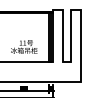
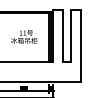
text at (24, 46) position: (24, 46) -> (24, 36)
